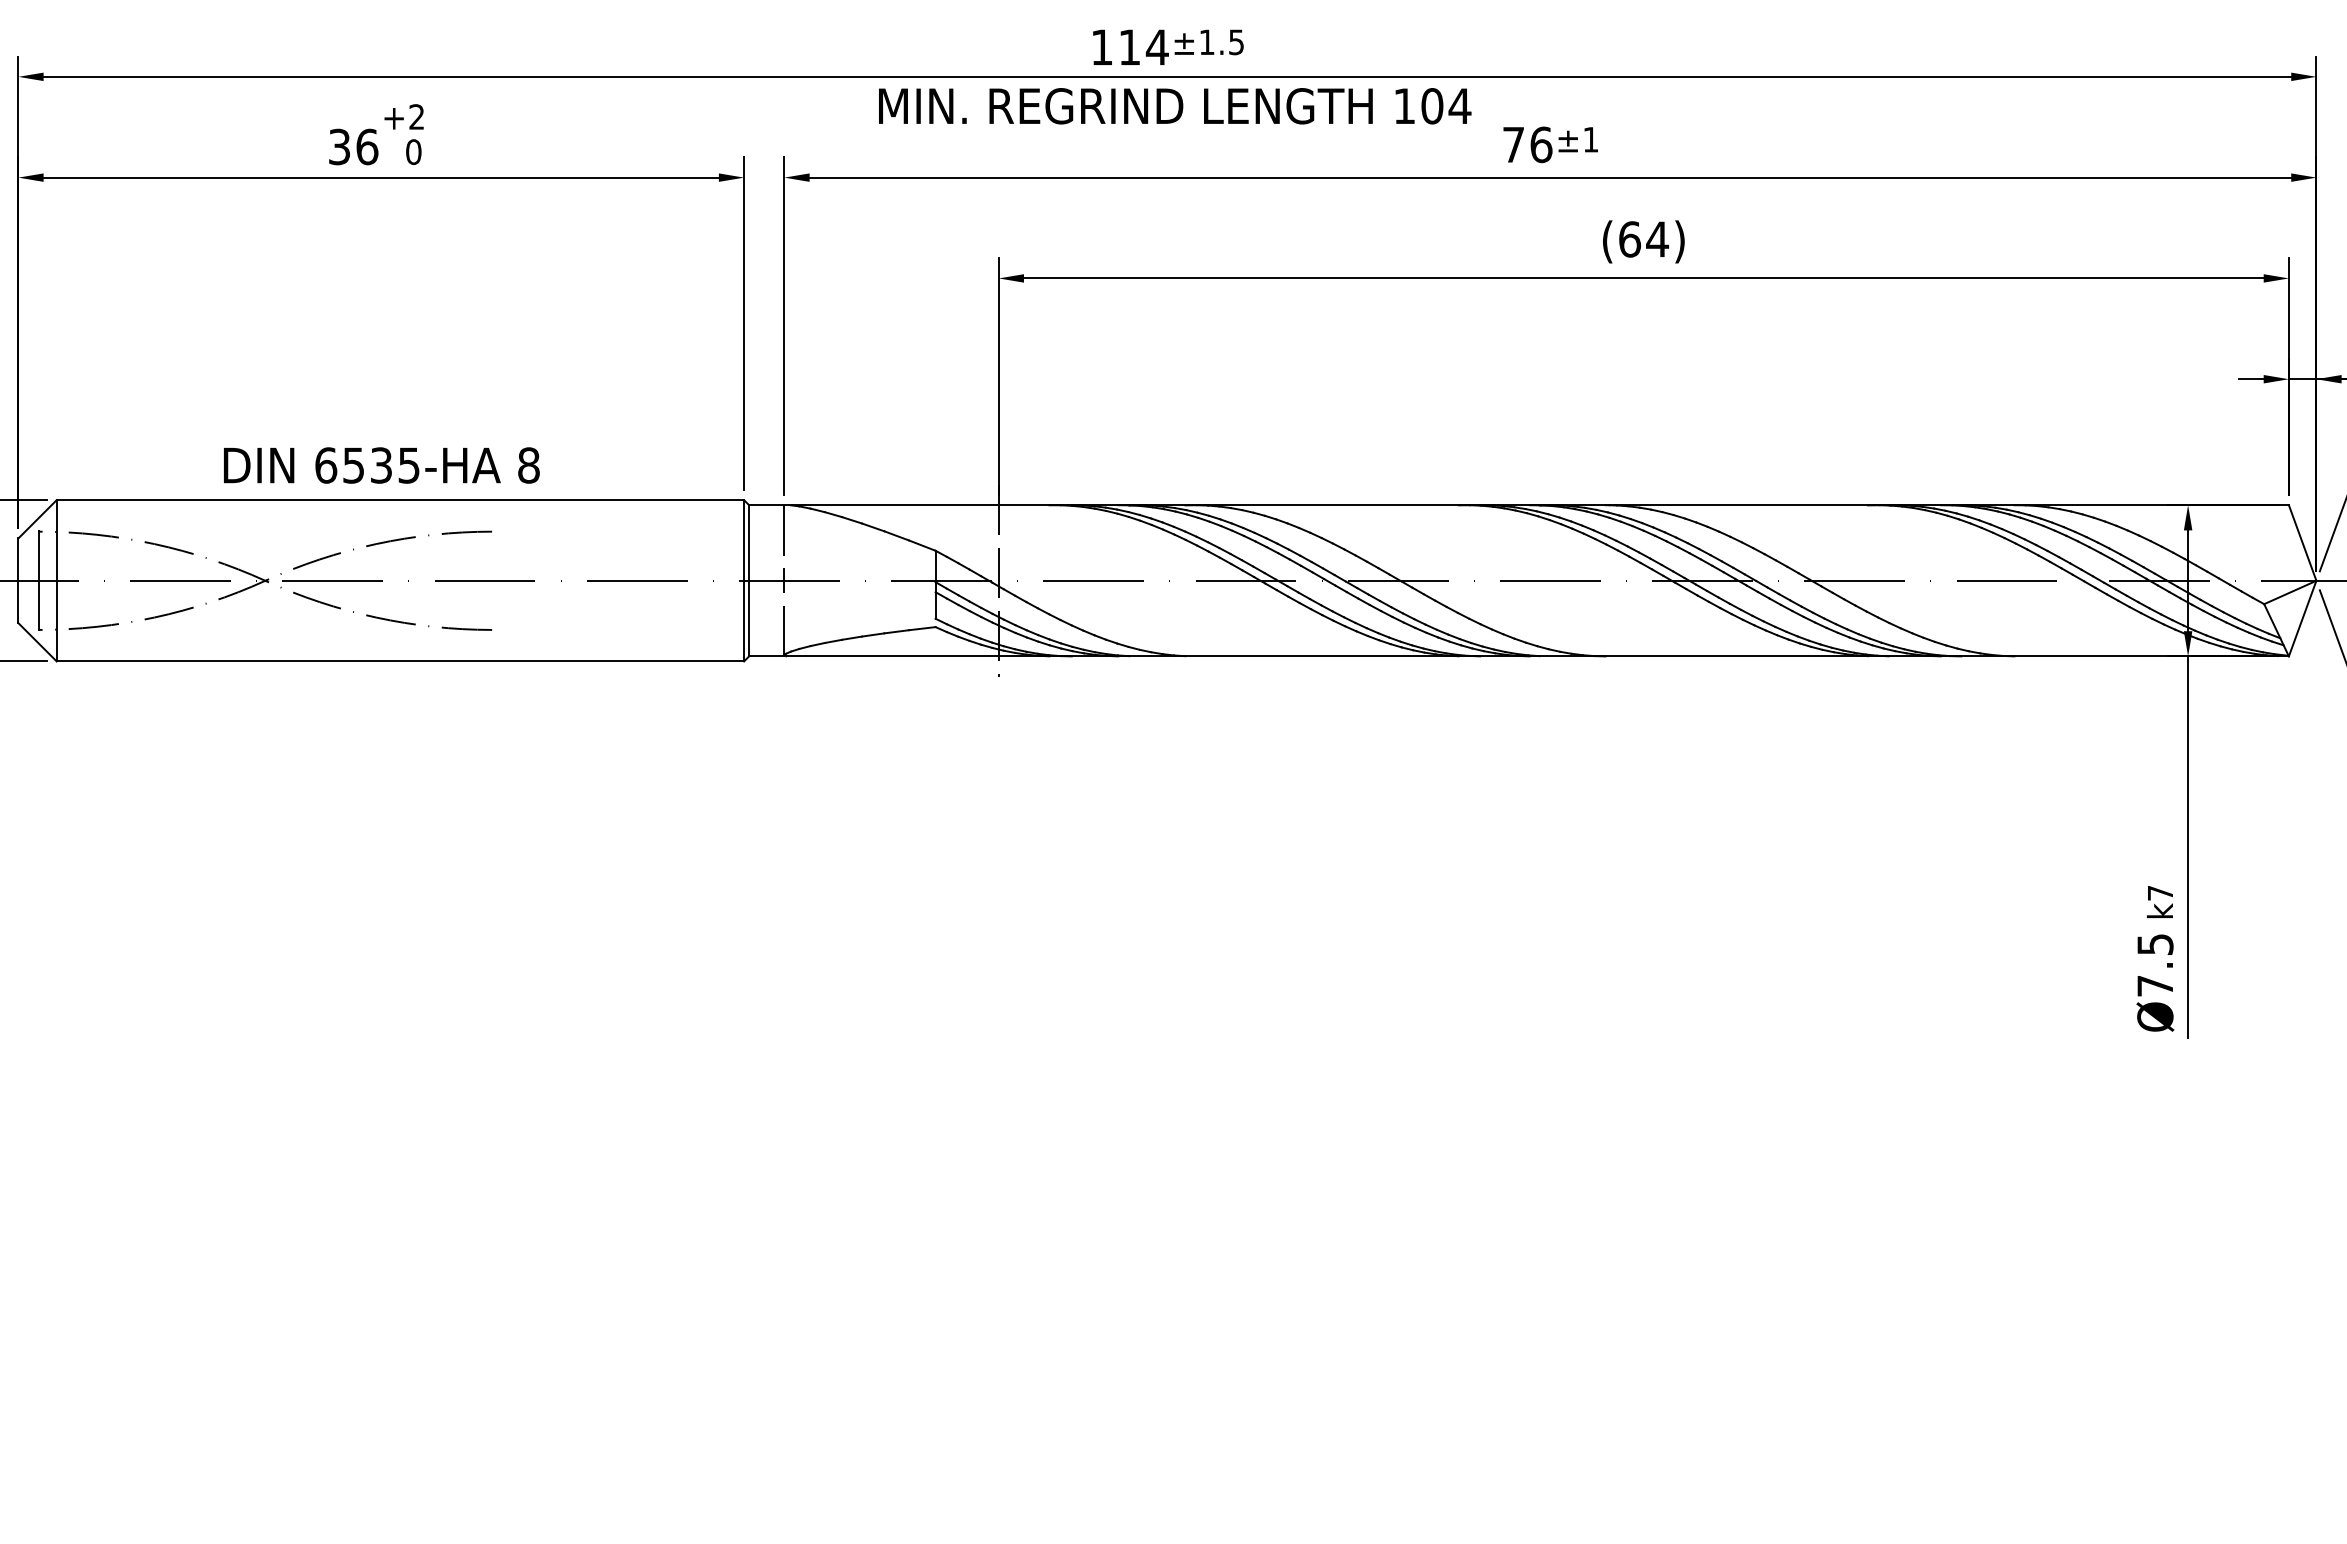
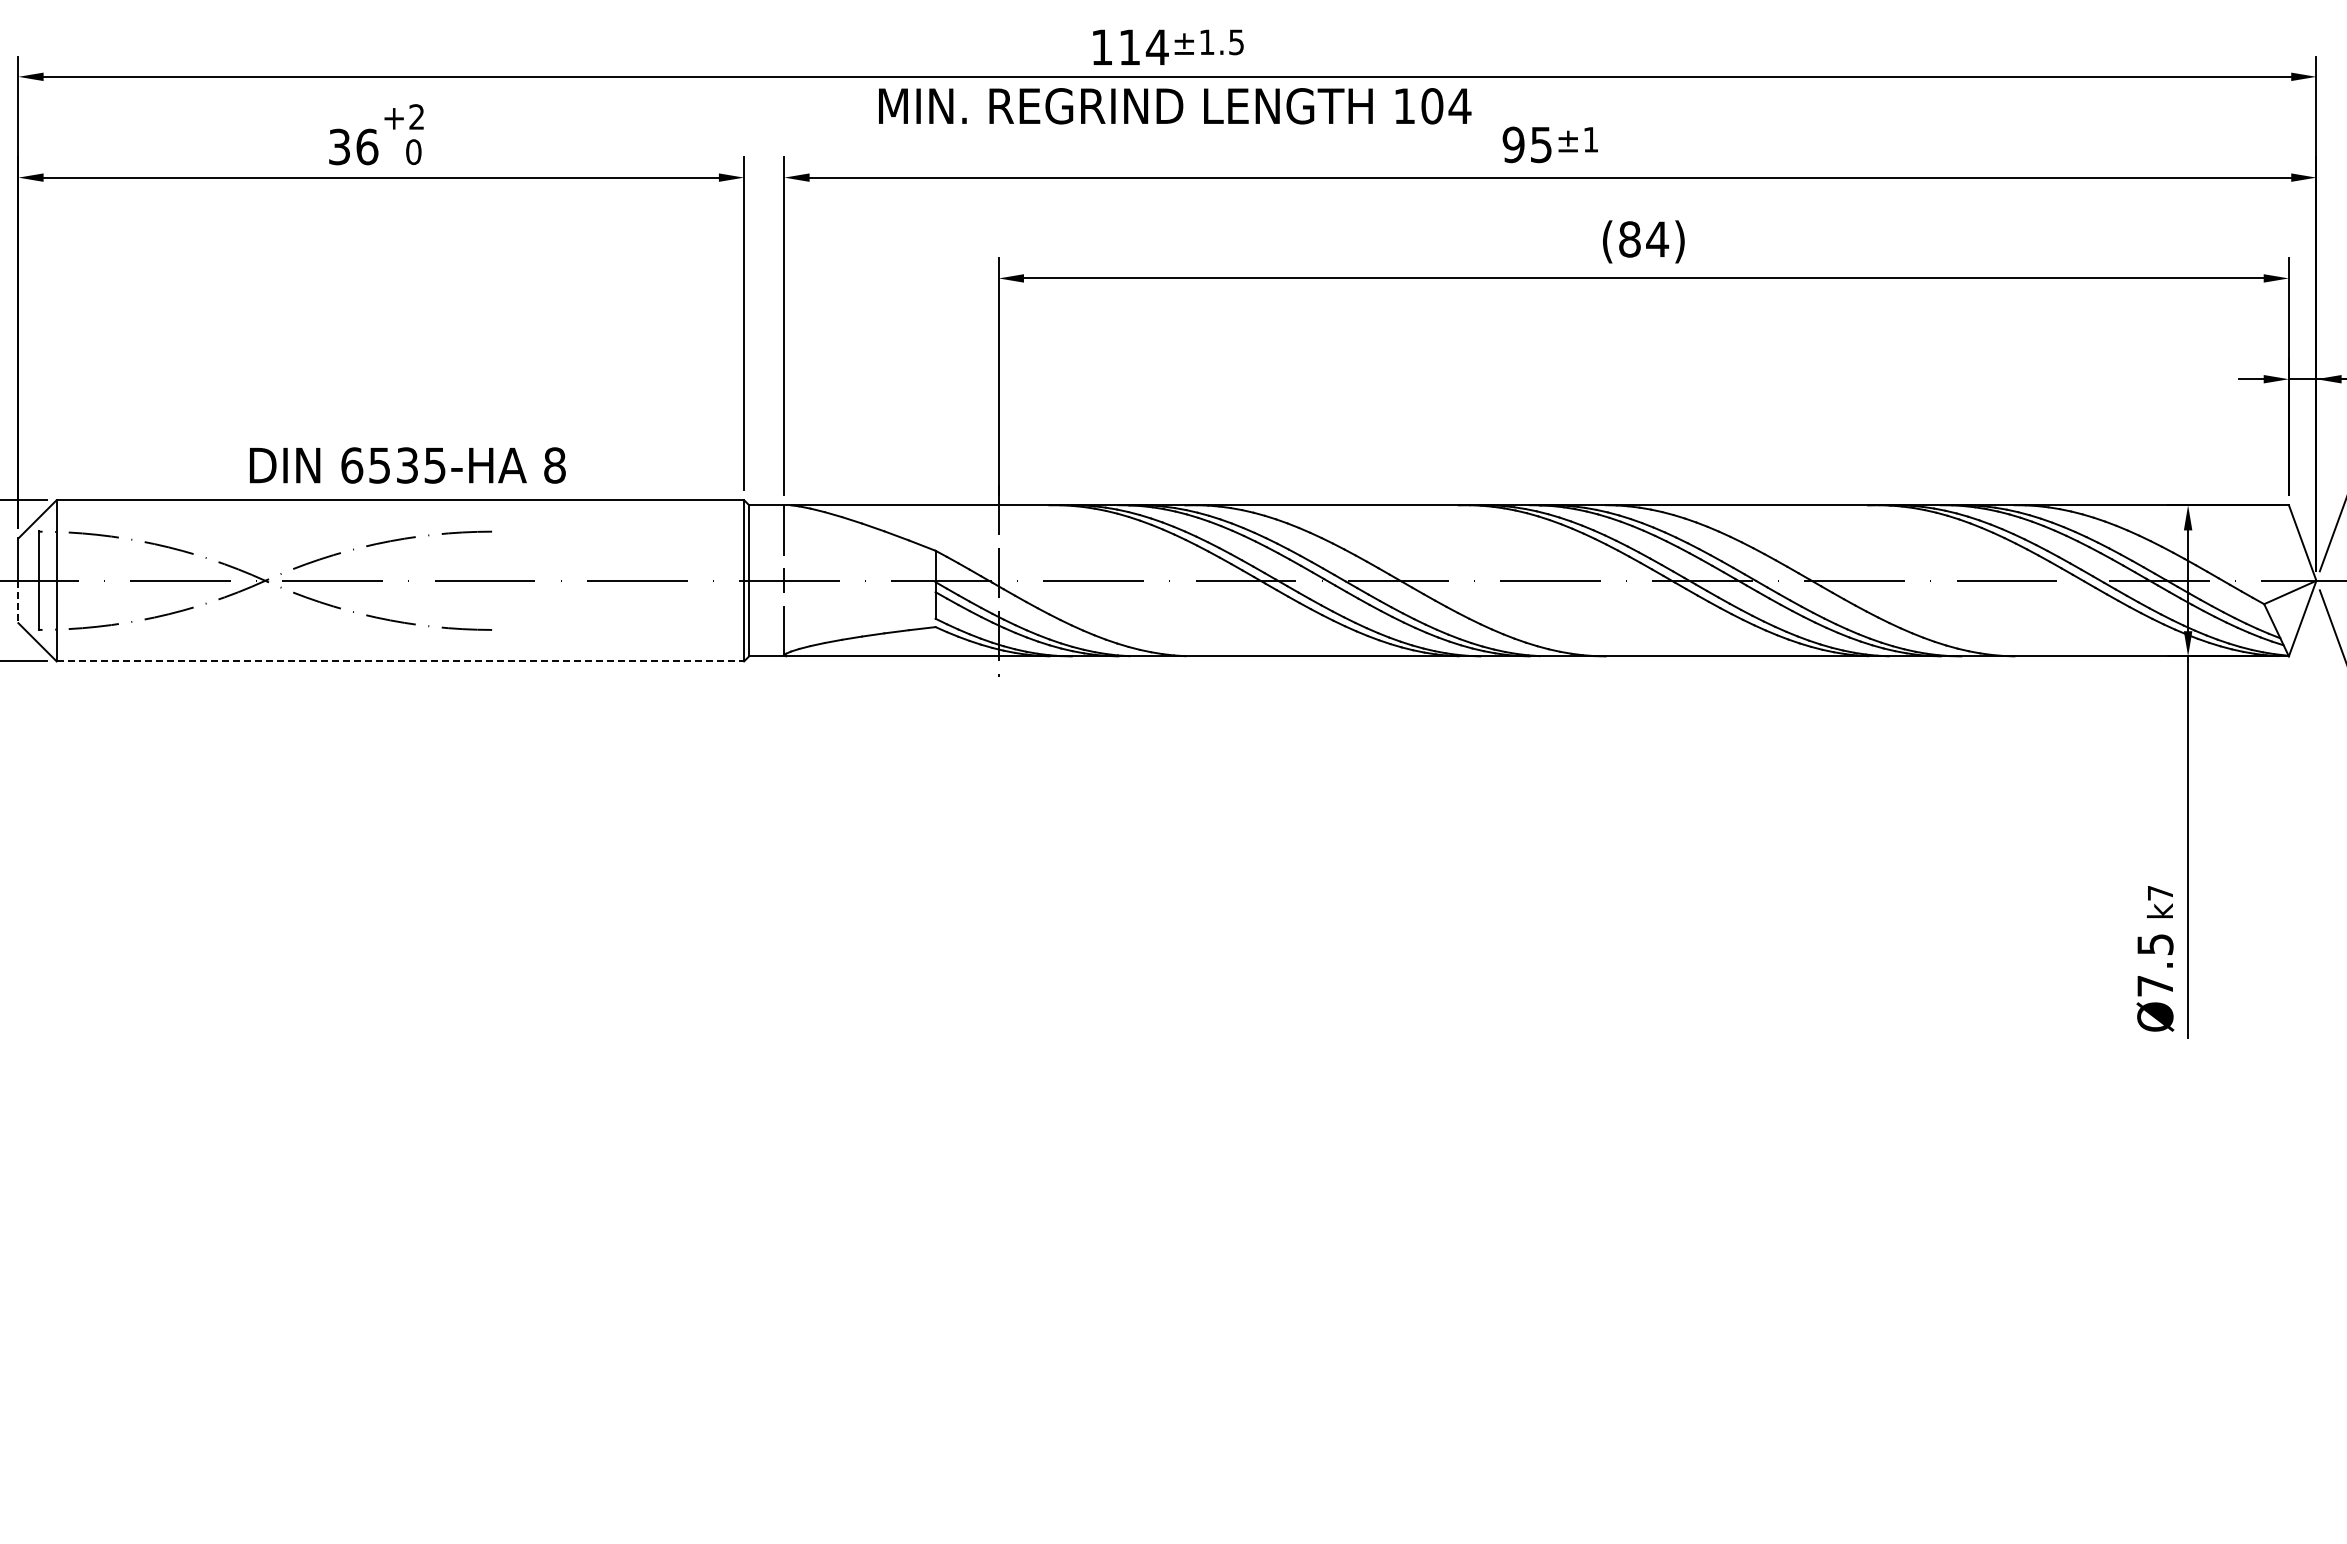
text at (1527, 144): 76 -> 95
text at (1630, 239): (64) -> (84)
text at (381, 465) position: (381, 465) -> (407, 465)
line at (18, 602): solid -> dashed
line at (400, 661): solid -> dashed
